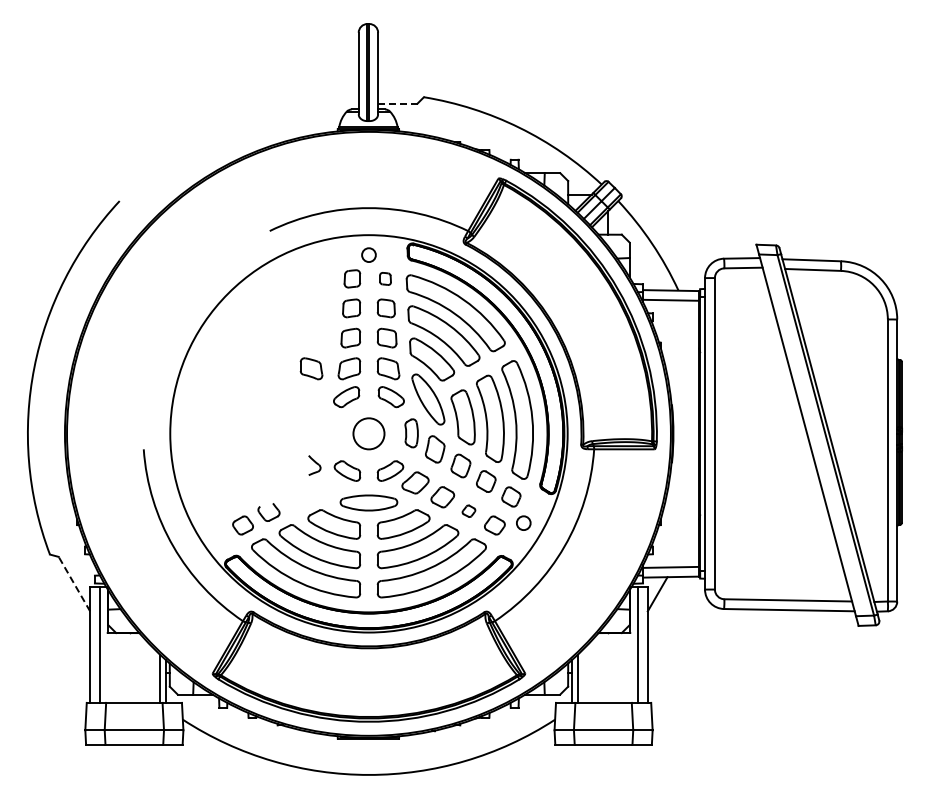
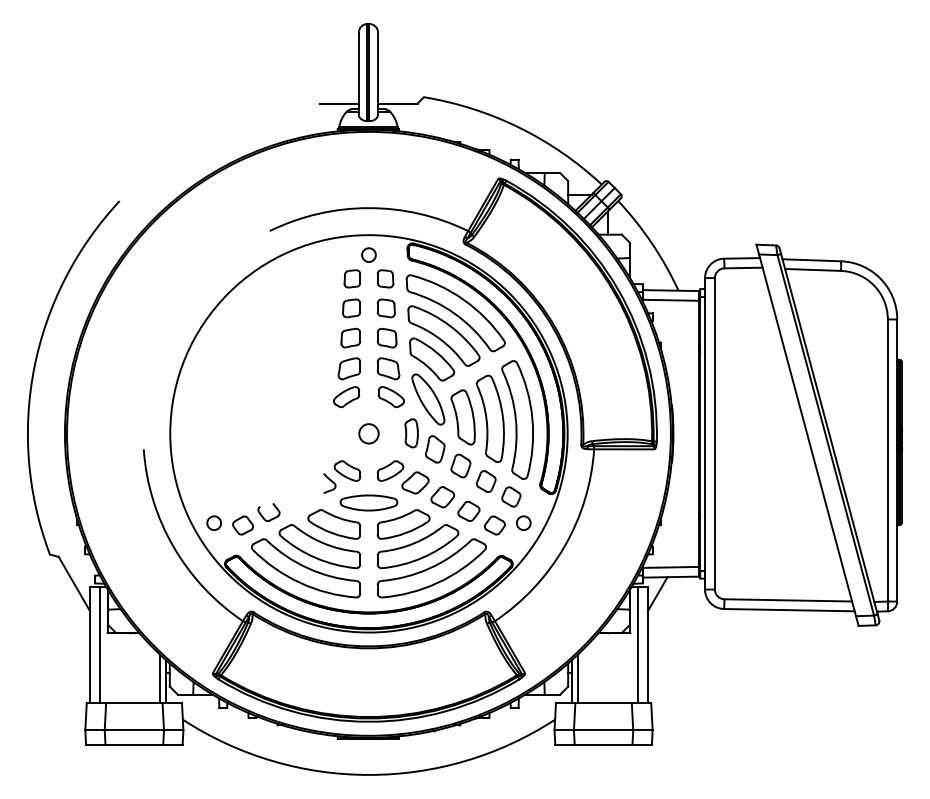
line at (339, 103): none -> present
line at (397, 103): dashed -> solid
part at (385, 278) size: 13x14 px -> 19x20 px
part at (311, 368): present -> none
circle at (368, 433) diameter: 31 px -> 19 px
part at (314, 465) position: (314, 465) -> (329, 483)
part at (468, 510) size: 16x14 px -> 24x22 px
circle at (213, 522): none -> present
line at (74, 583): dashed -> solid
